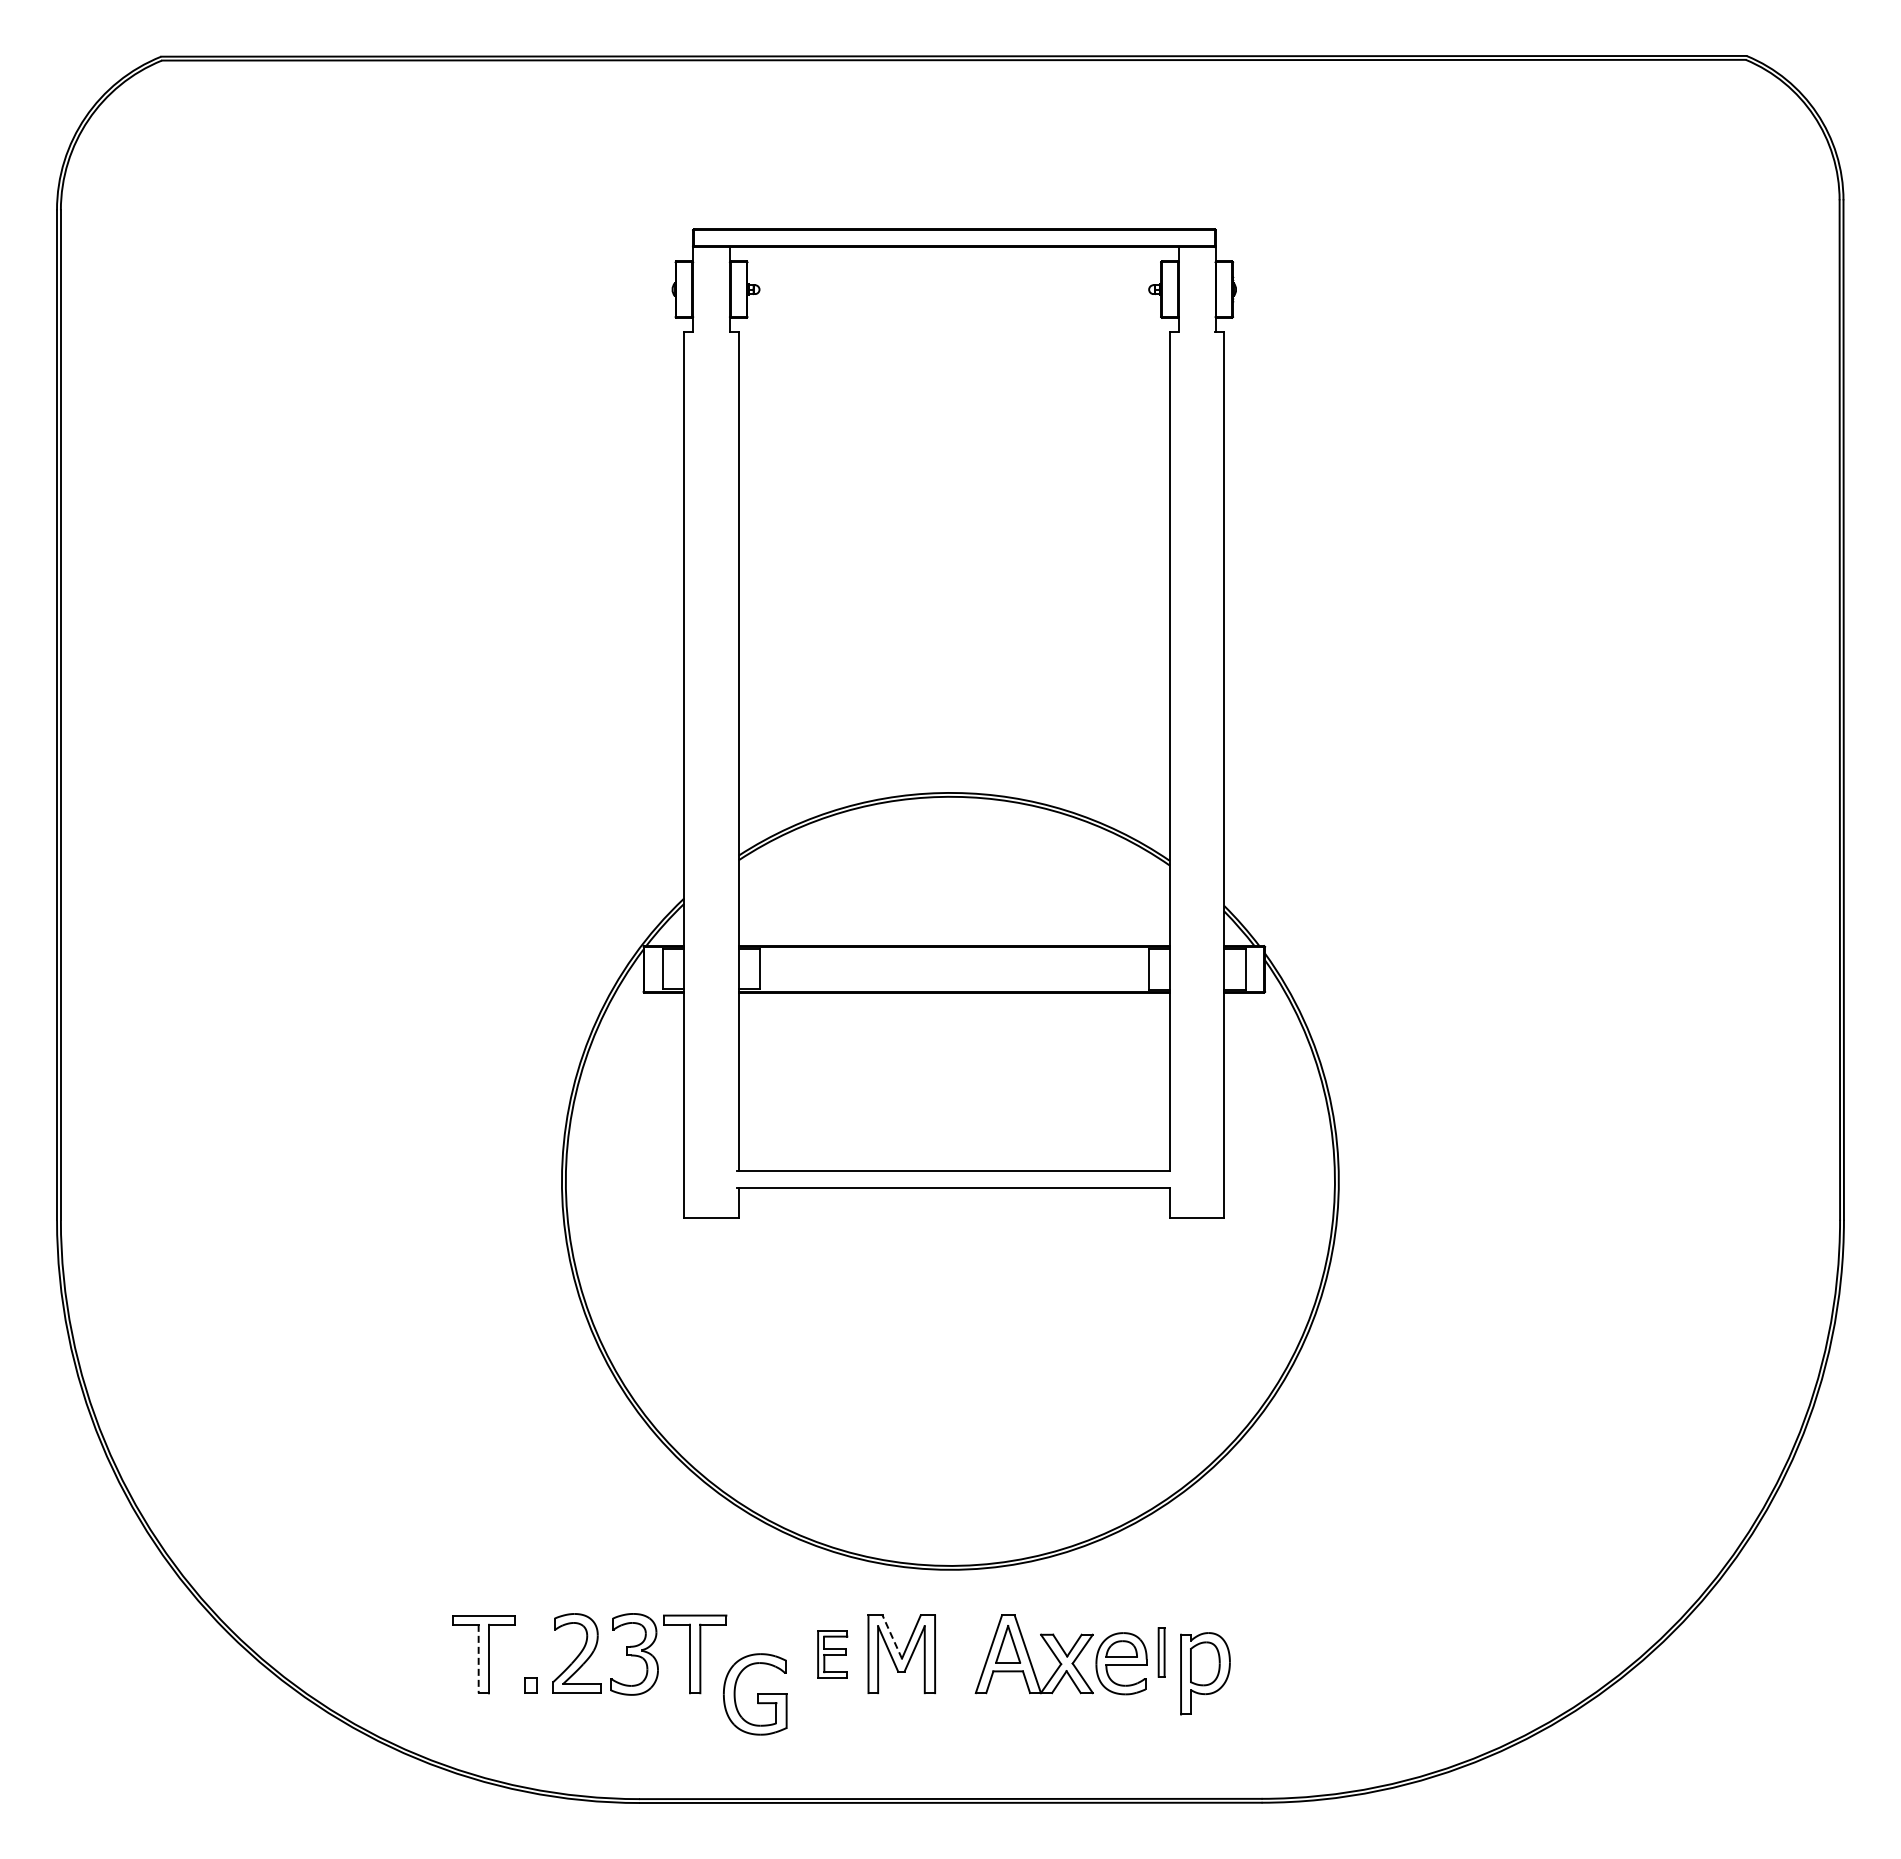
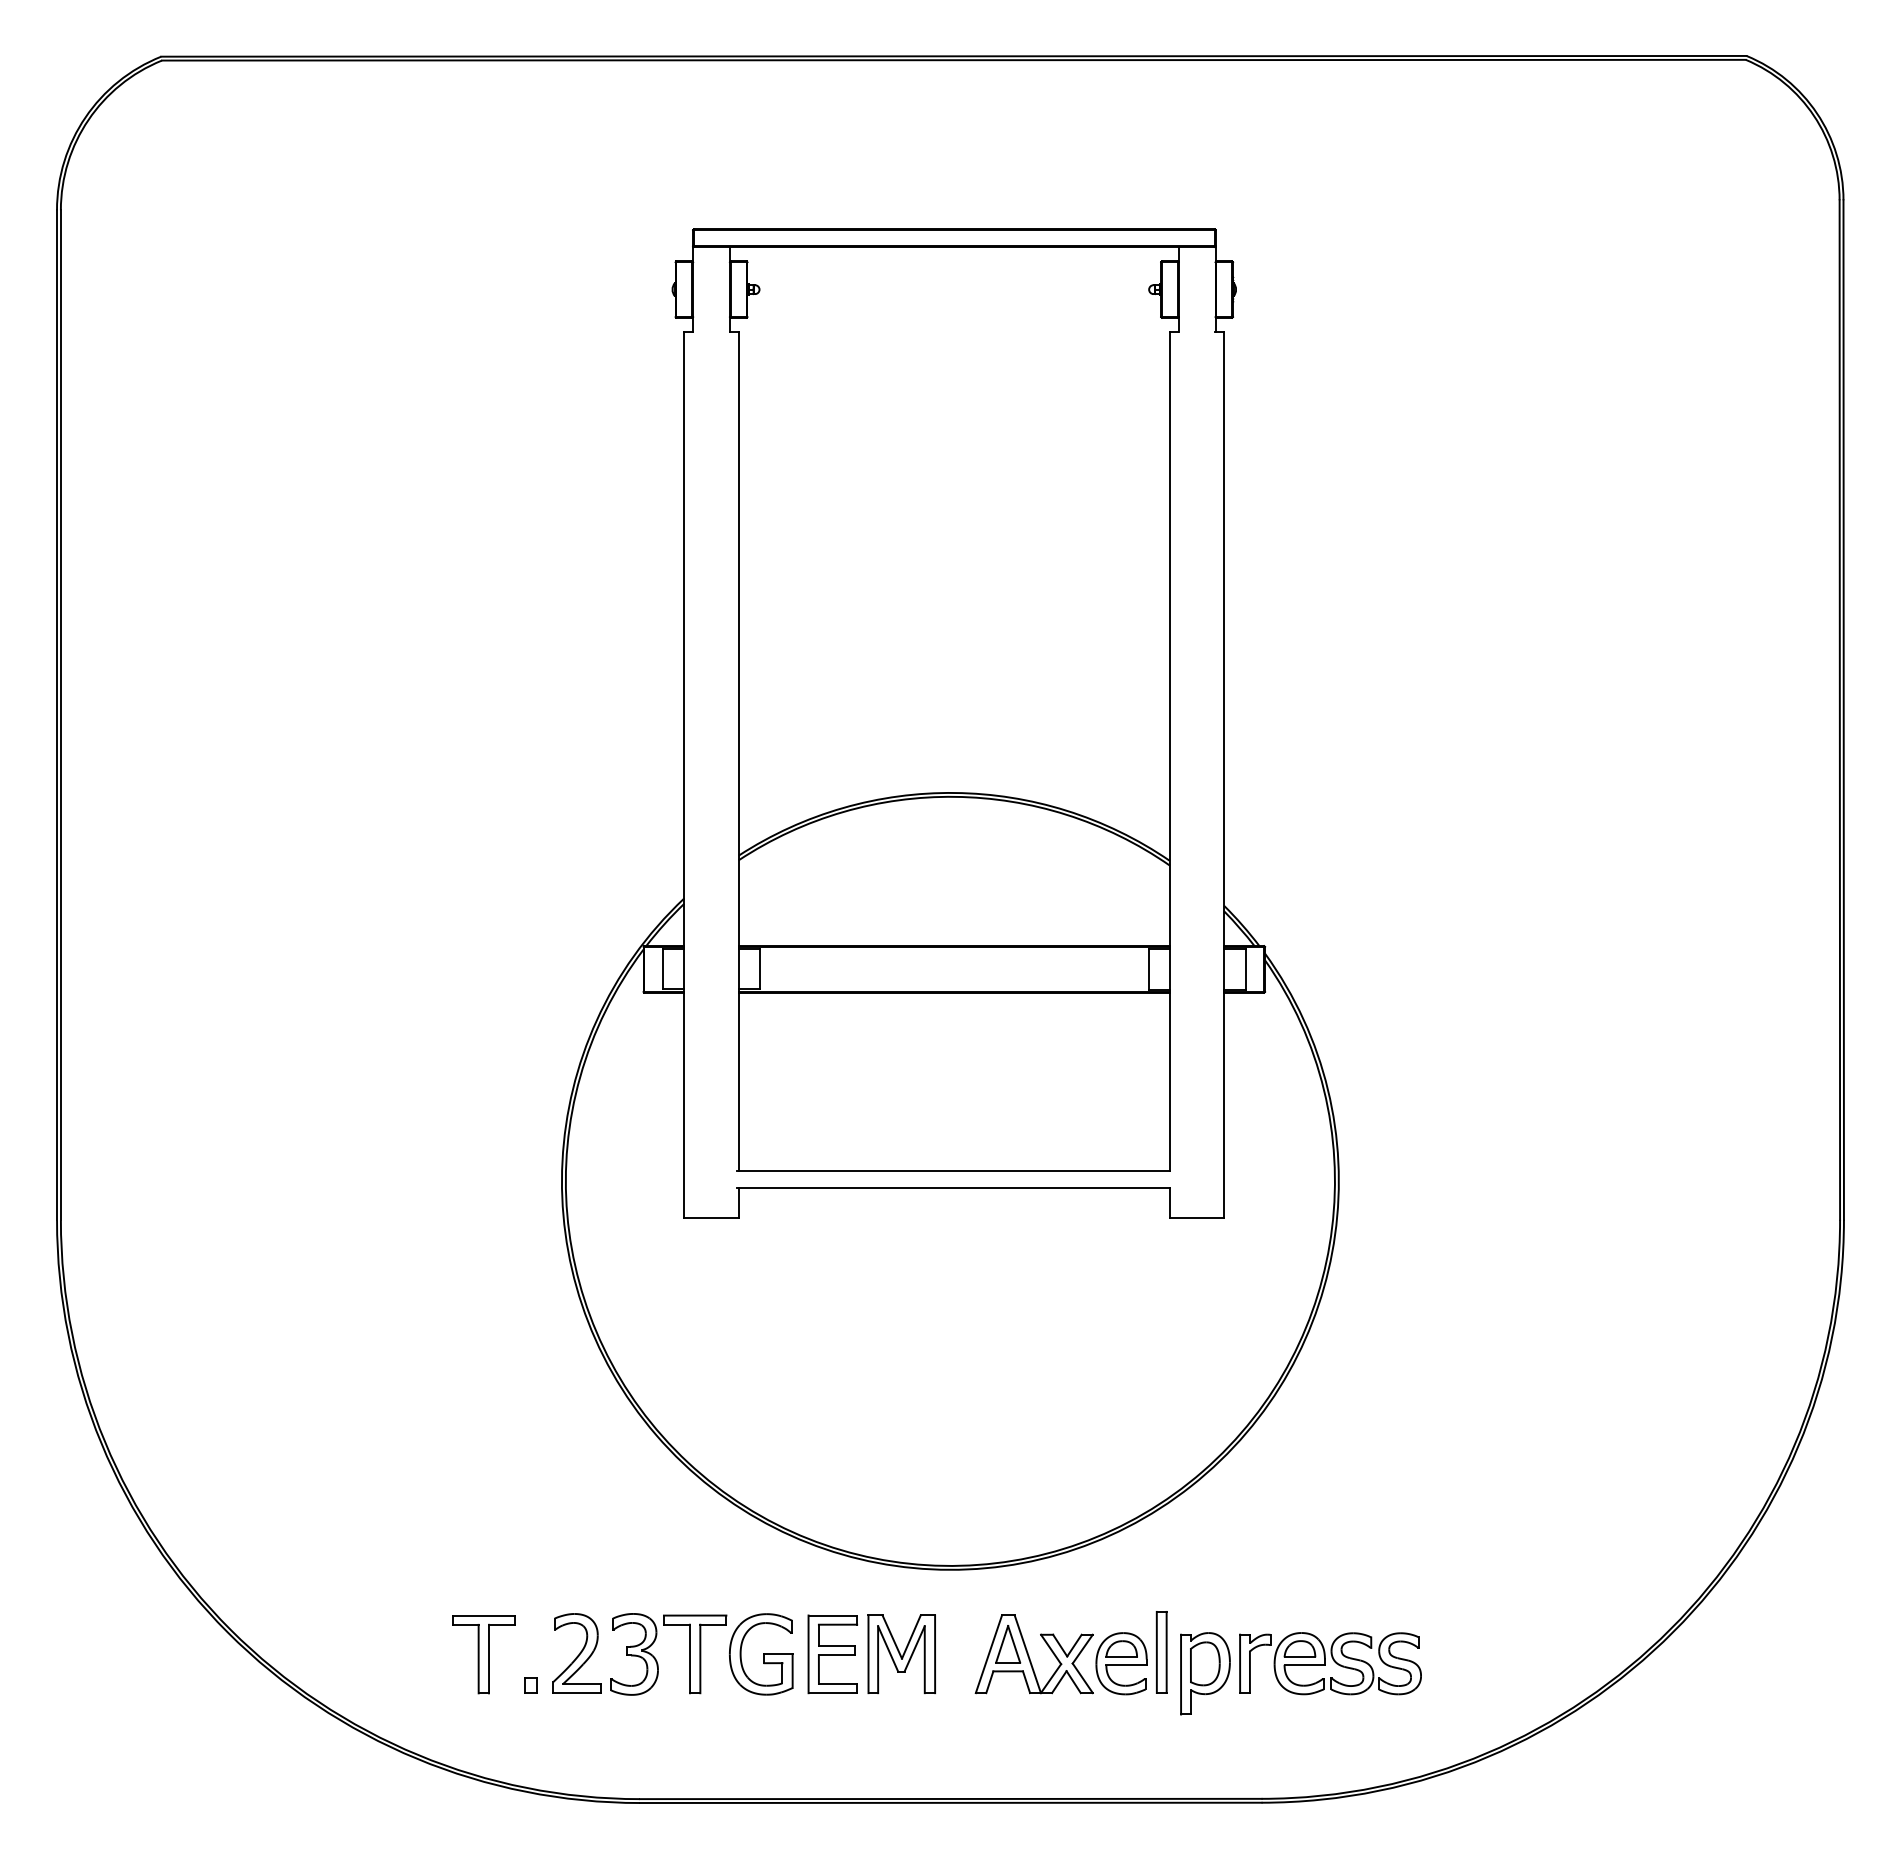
line at (892, 1637): dashed -> solid
part at (1161, 1652) size: 9x51 px -> 13x83 px
part at (832, 1654) size: 32x49 px -> 51x81 px
line at (478, 1659): dashed -> solid
part at (1330, 1663): none -> present
part at (755, 1694) position: (755, 1694) -> (761, 1654)
